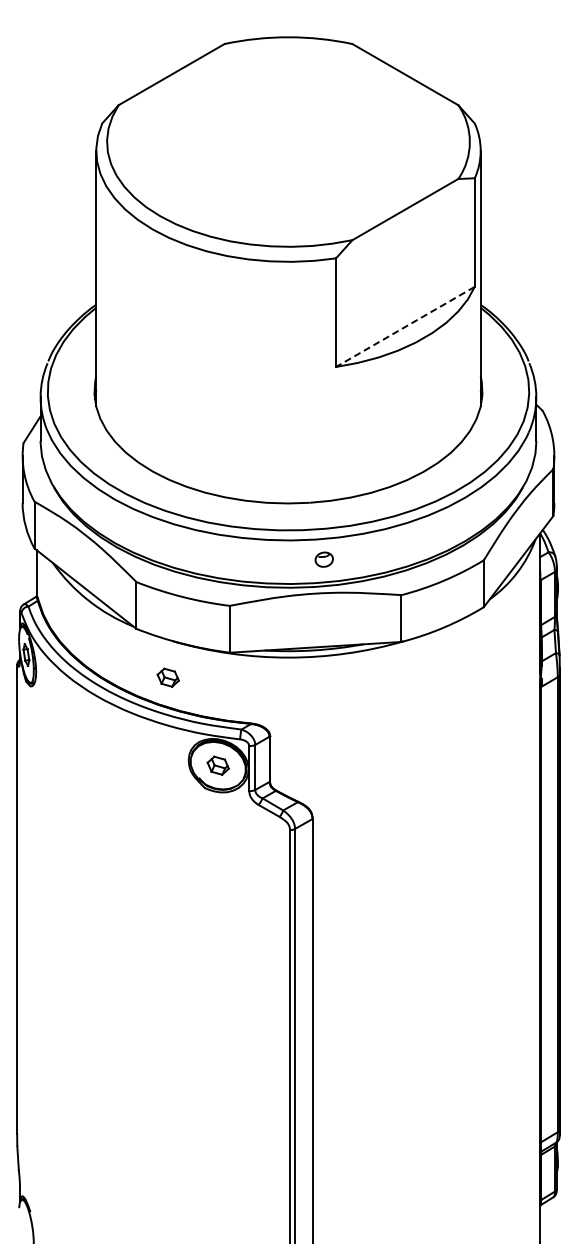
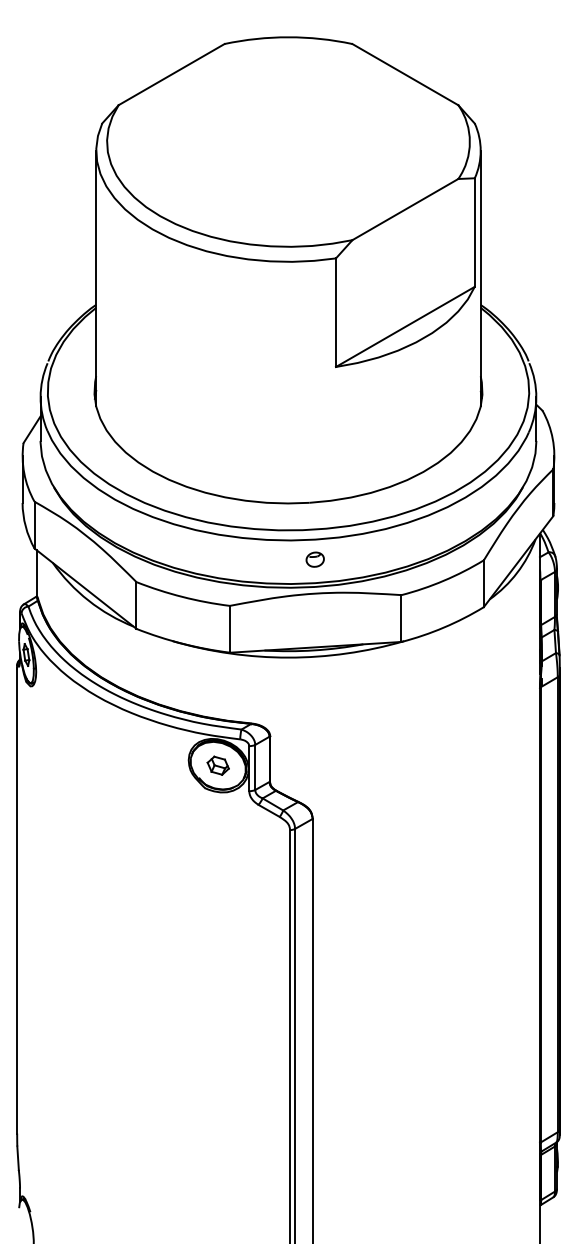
line at (404, 327): dashed -> solid
part at (323, 559) position: (323, 559) -> (314, 559)
part at (167, 677): present -> none
